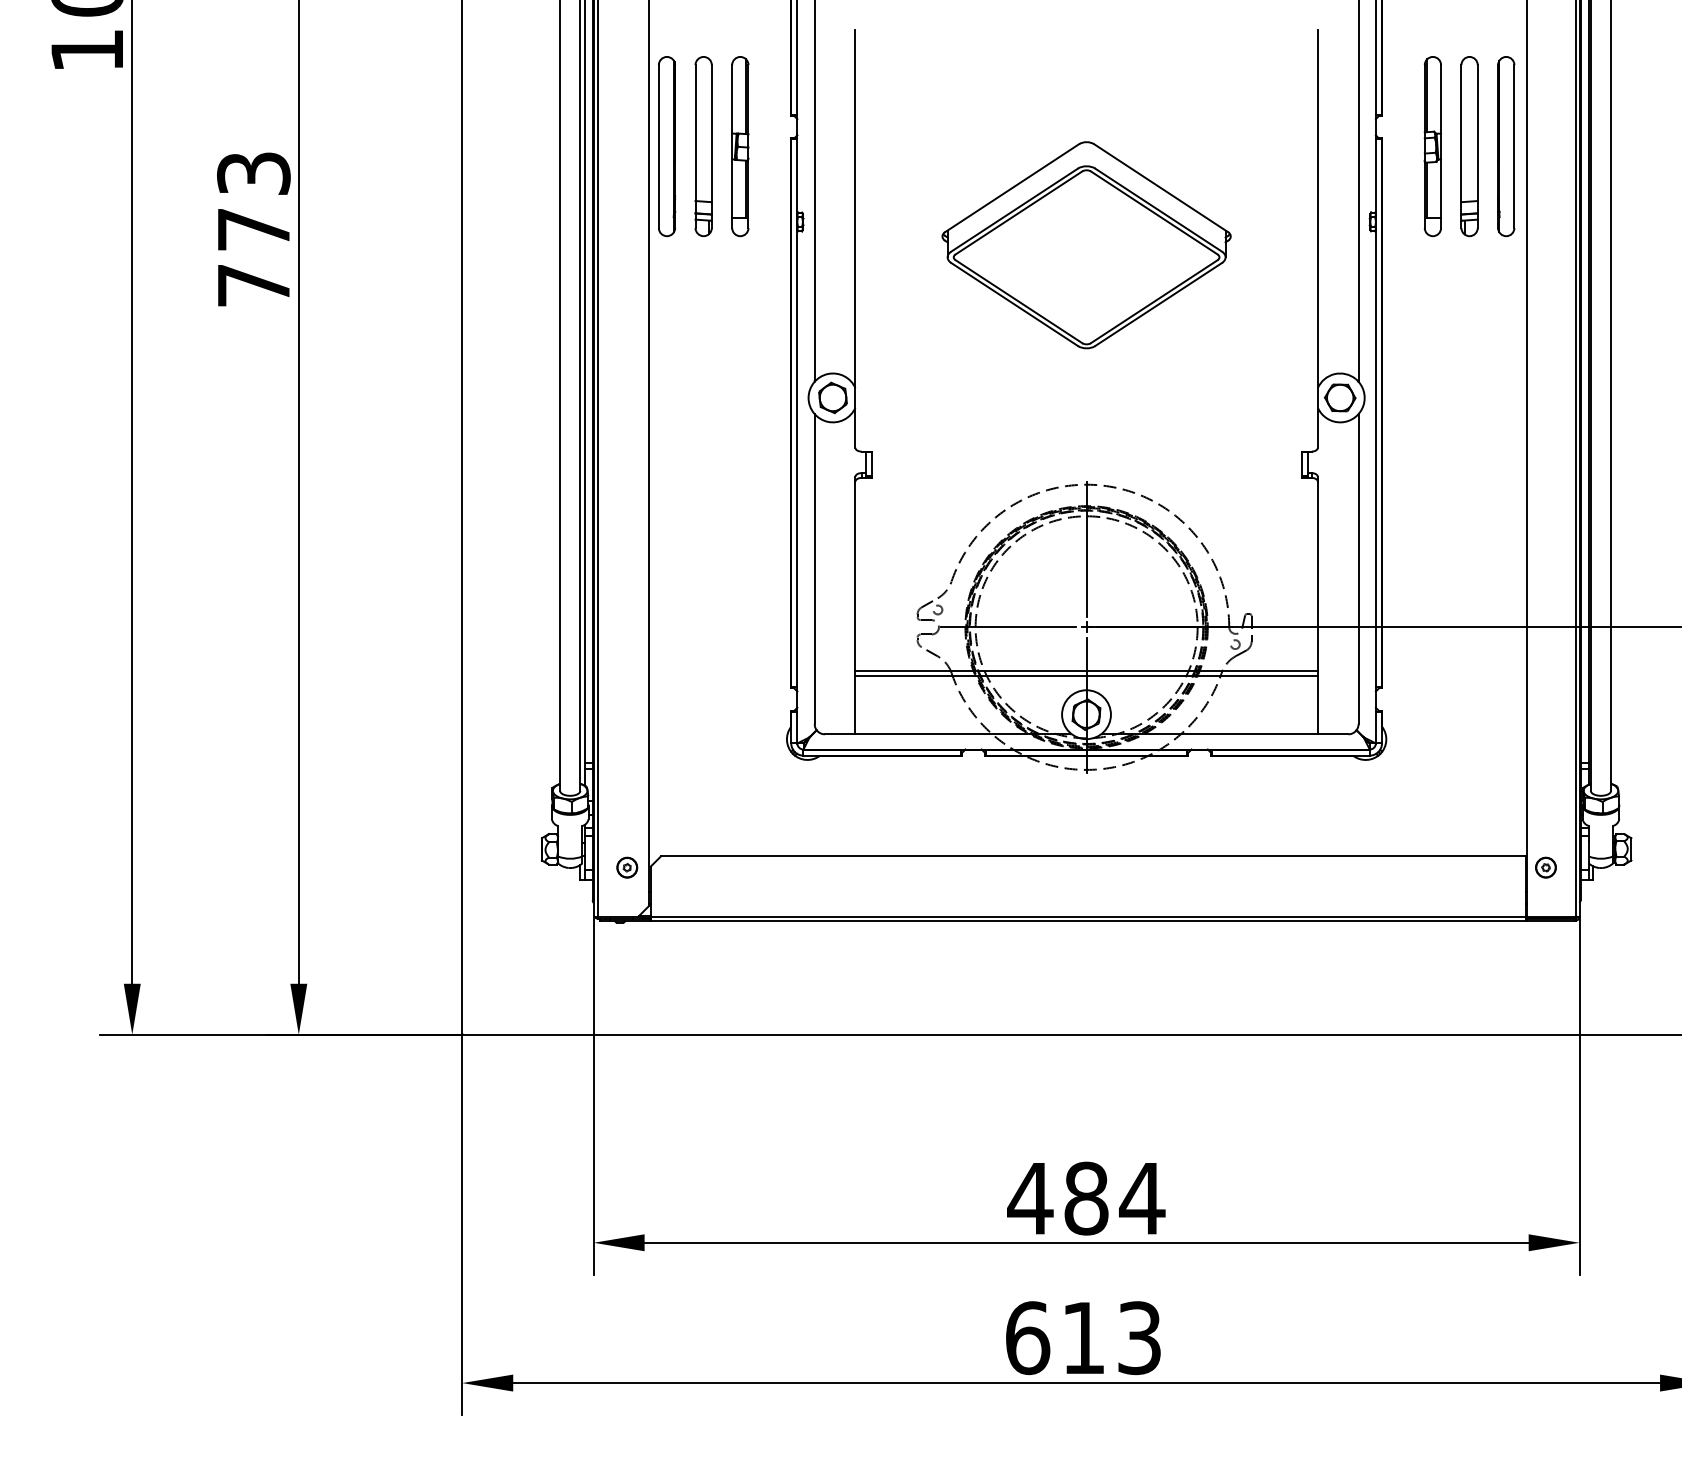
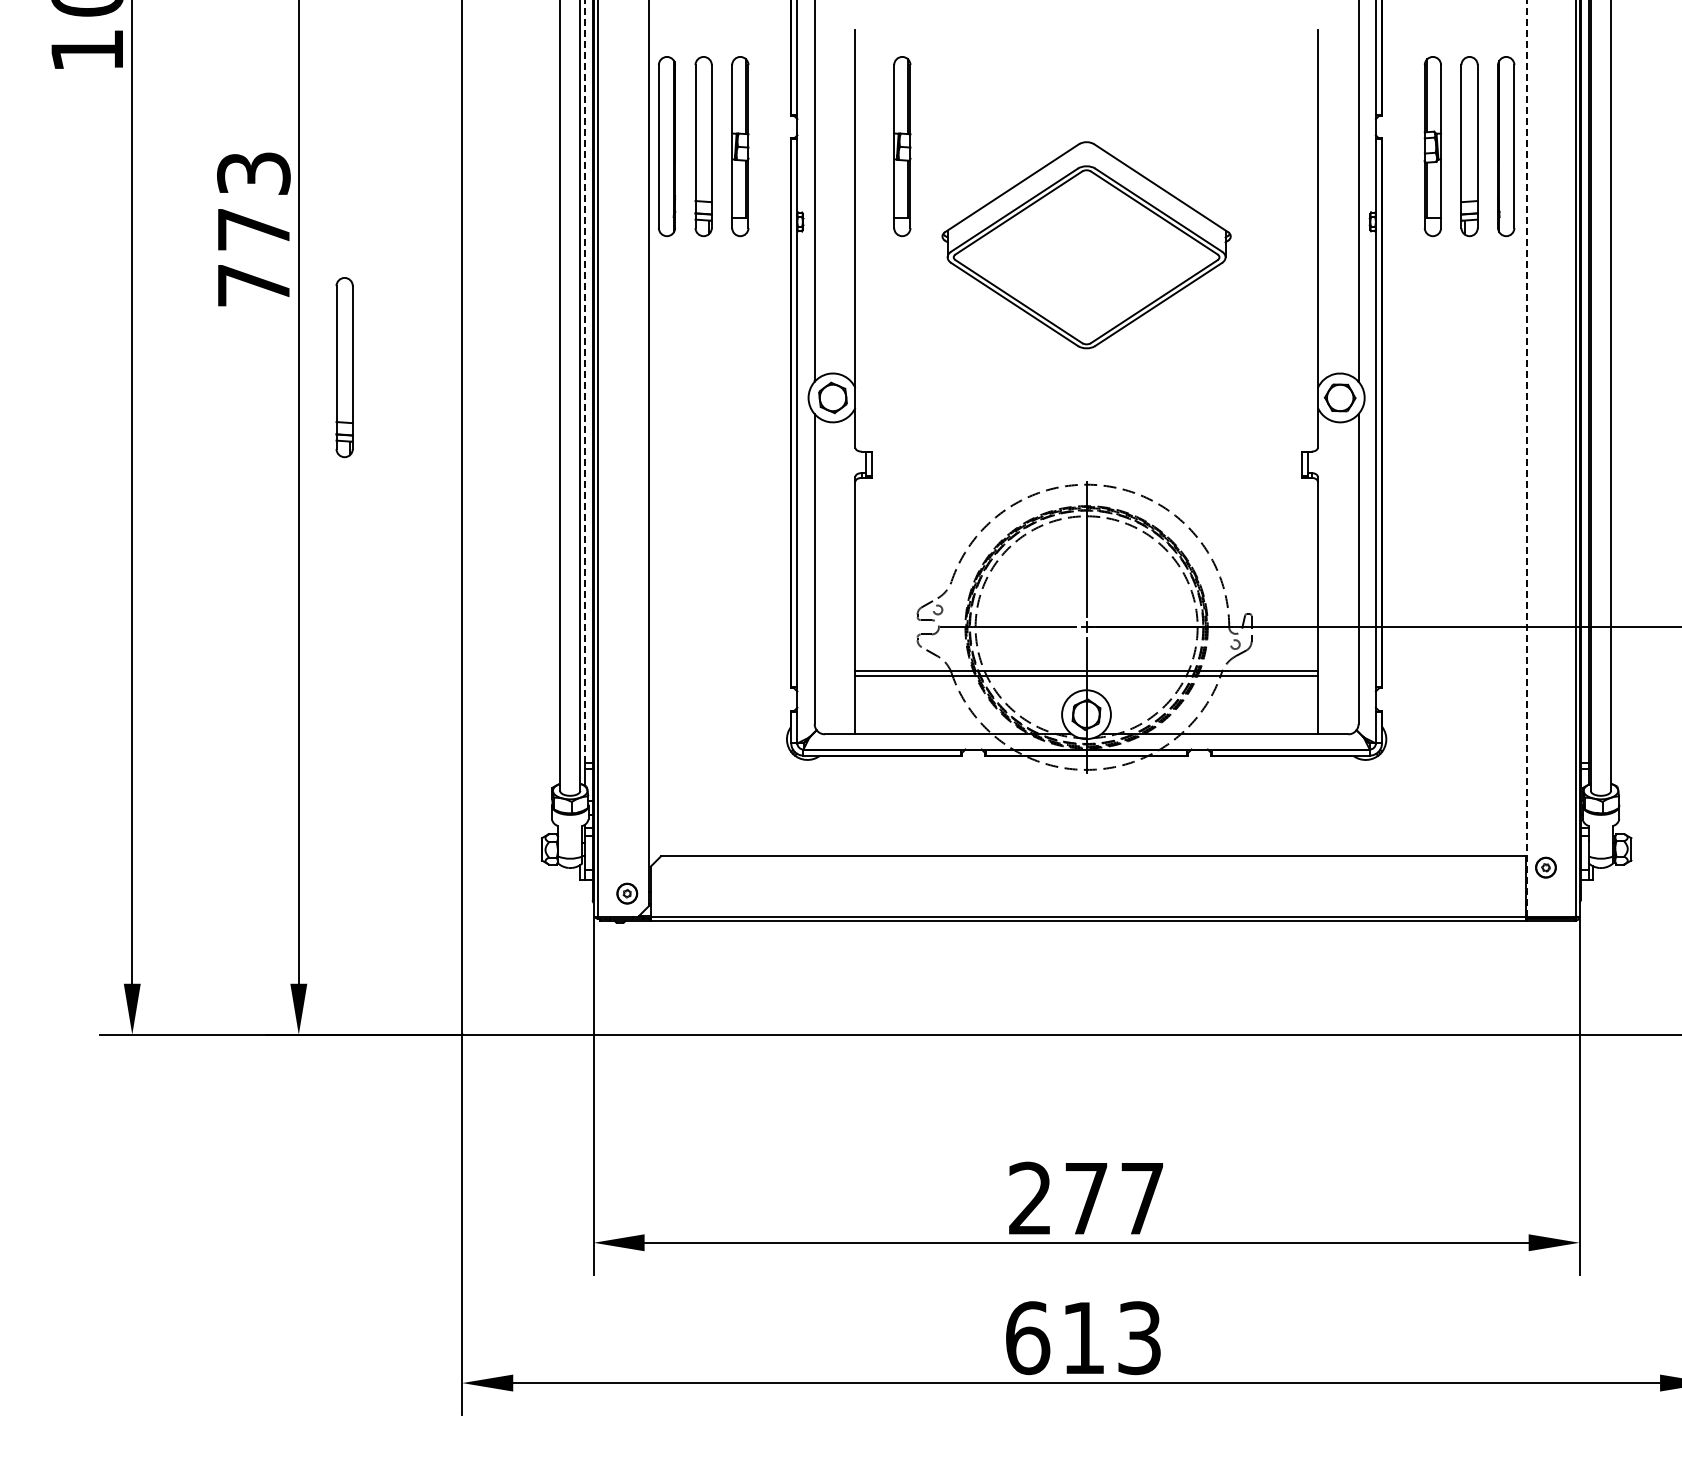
part at (902, 146): none -> present
part at (344, 367): none -> present
line at (584, 381): solid -> dashed
line at (1526, 458): solid -> dashed
part at (627, 867) position: (627, 867) -> (627, 893)
text at (1086, 1198): 484 -> 277
